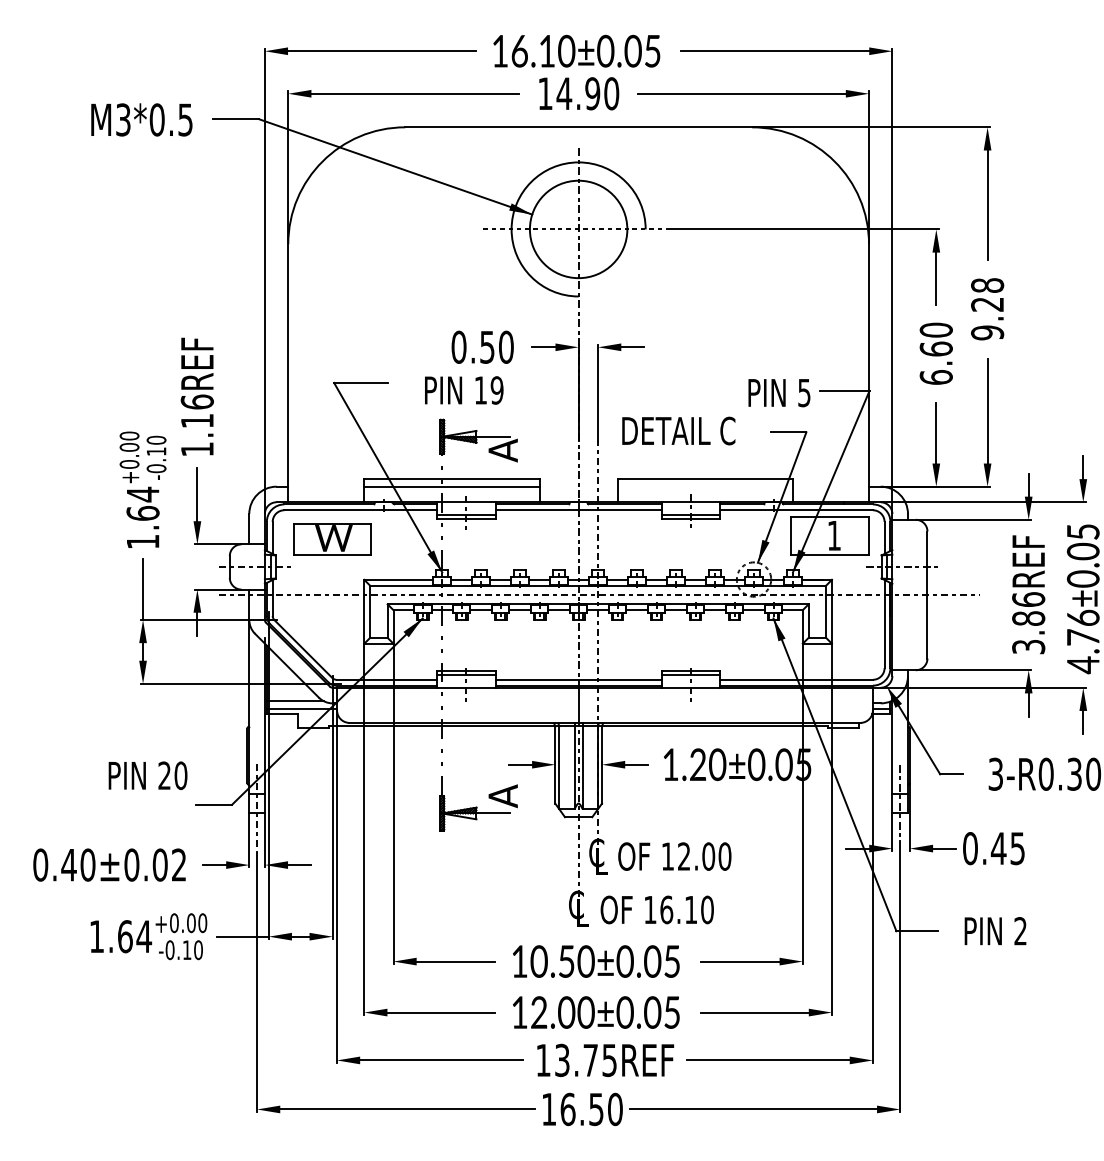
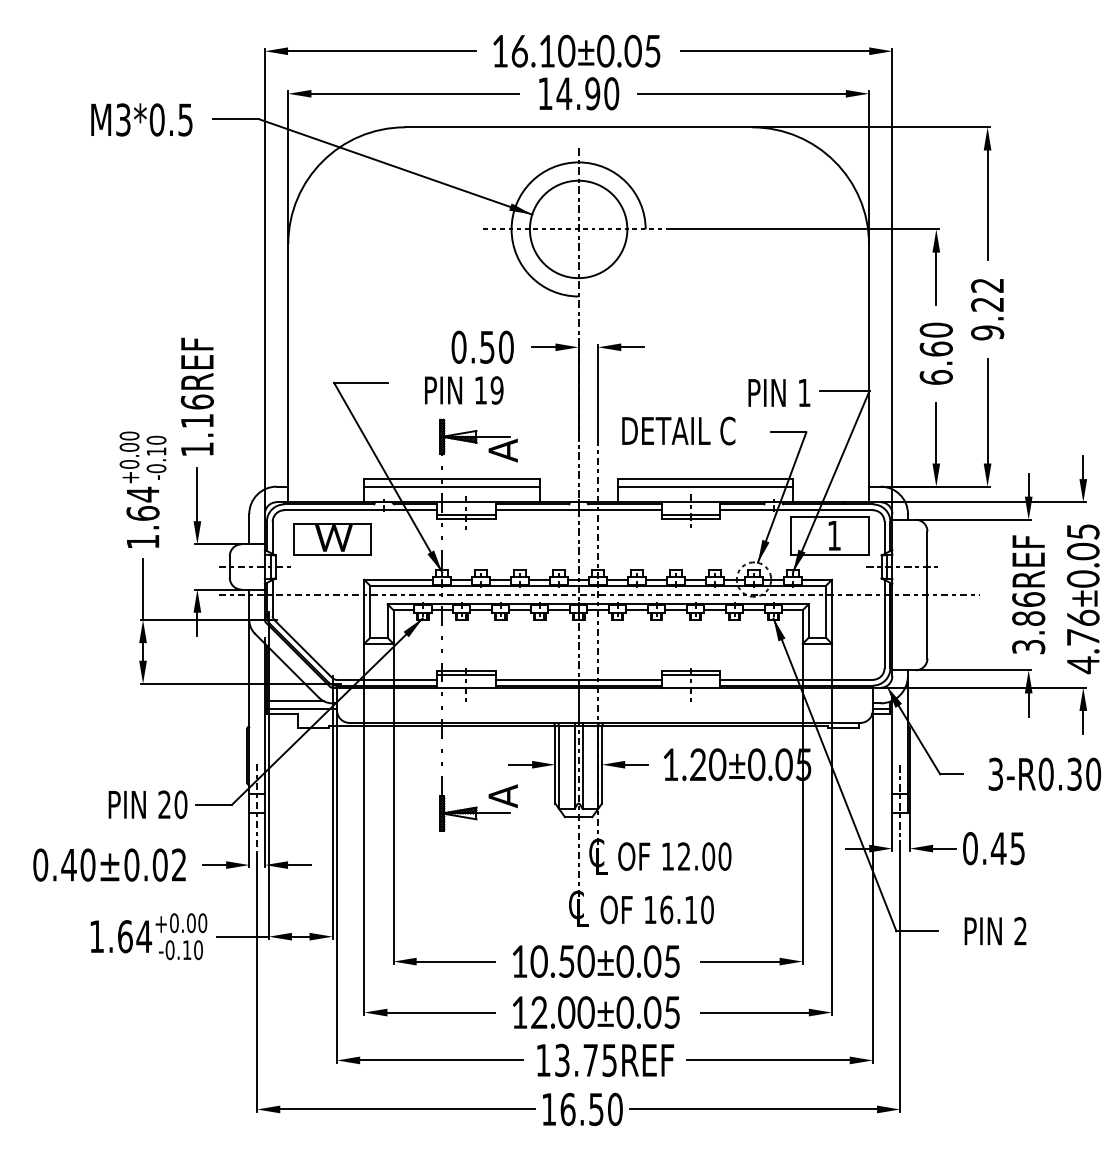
text at (987, 285): 9.28 -> 9.22
text at (804, 393): 5 -> 1
line at (705, 486): none -> present
text at (147, 775) position: (147, 775) -> (147, 804)
